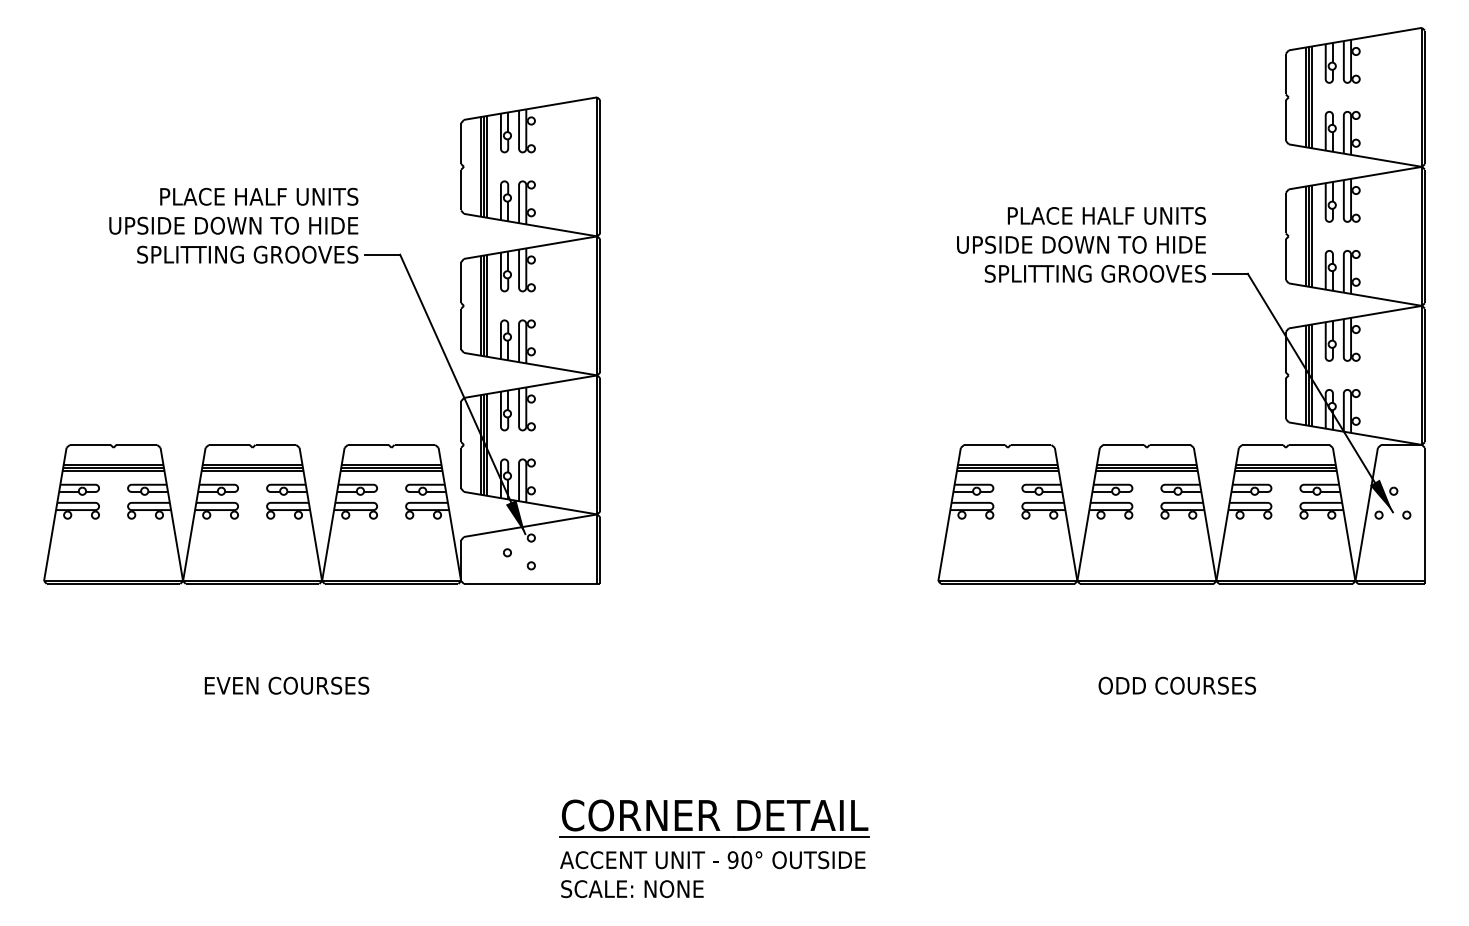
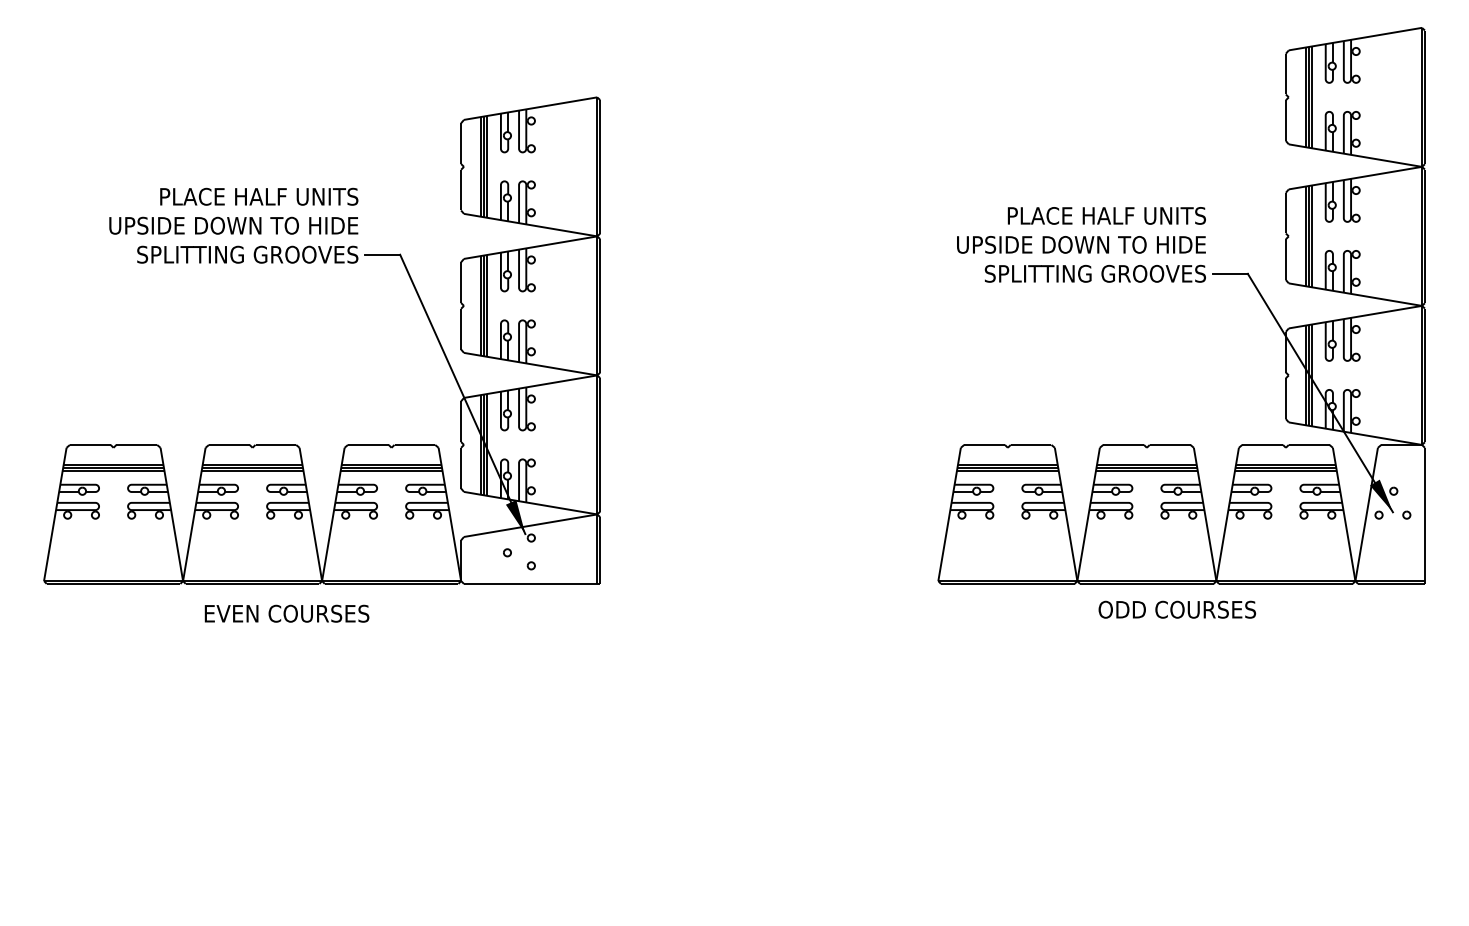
text at (286, 685) position: (286, 685) -> (286, 613)
text at (1177, 685) position: (1177, 685) -> (1177, 609)
part at (704, 851): present -> none
